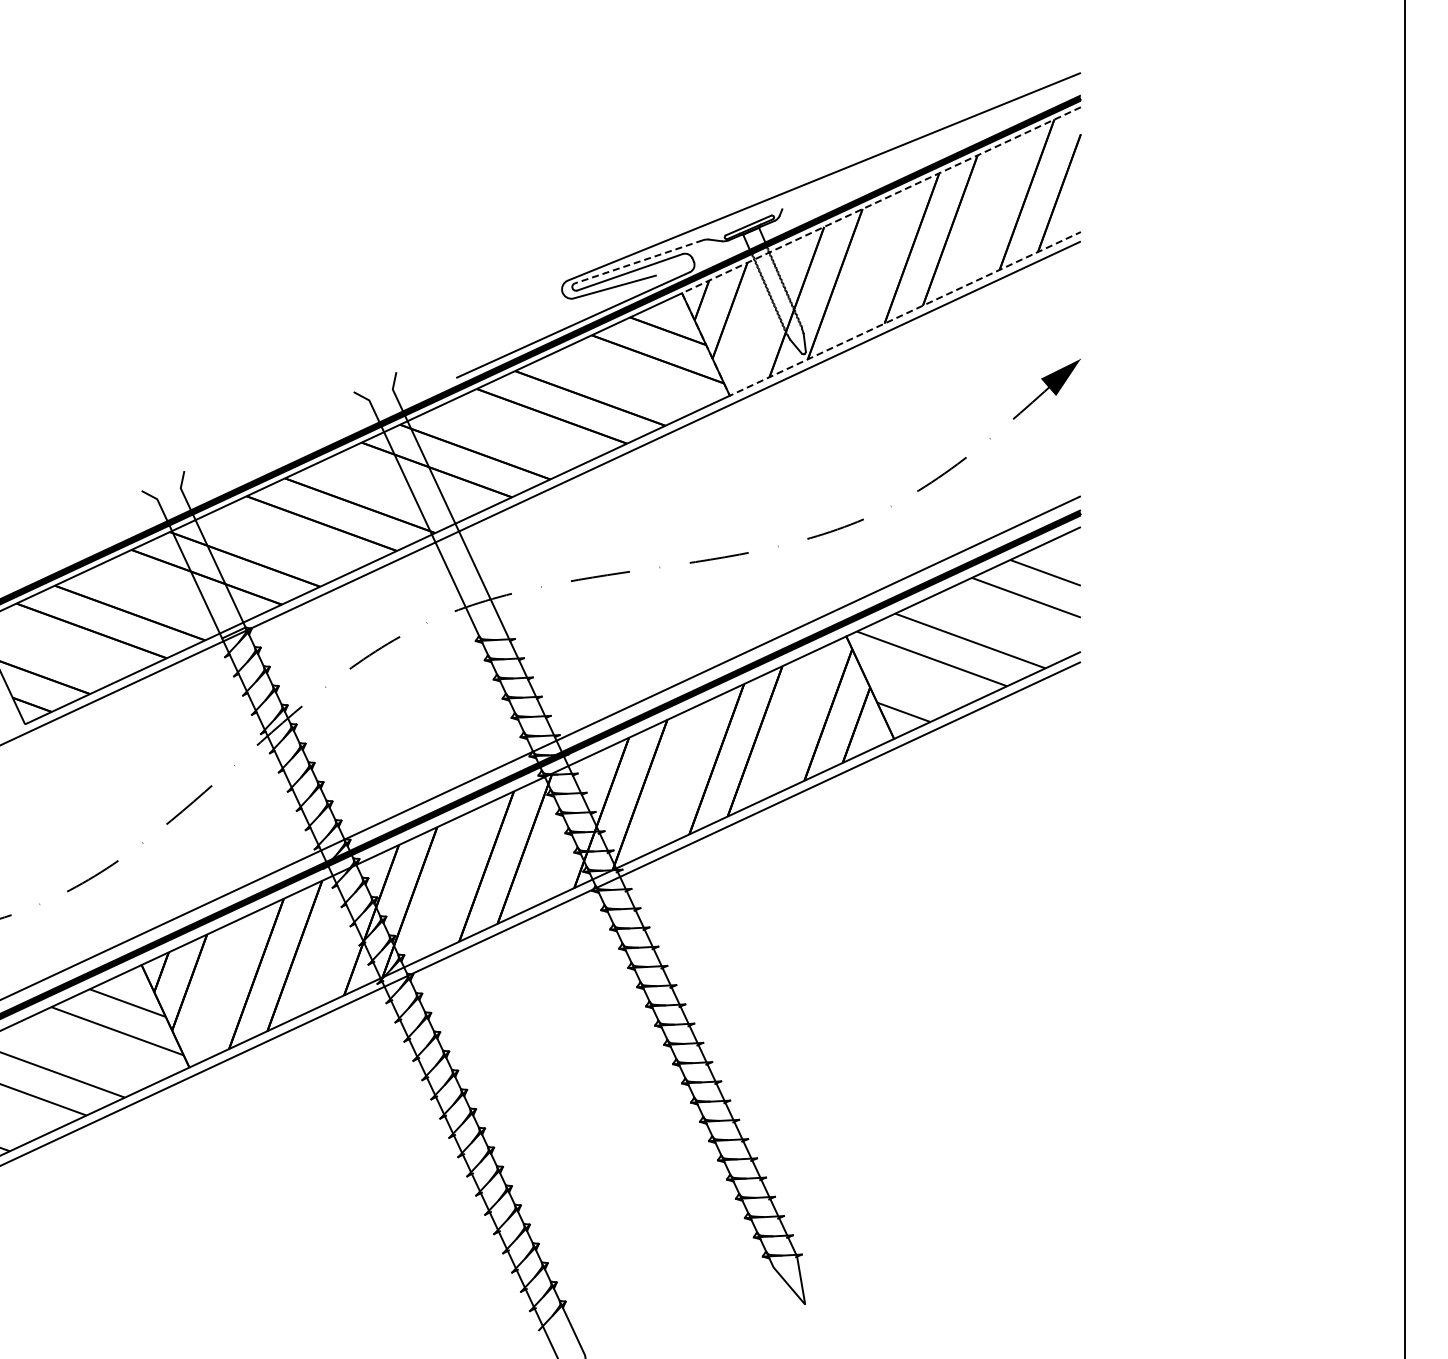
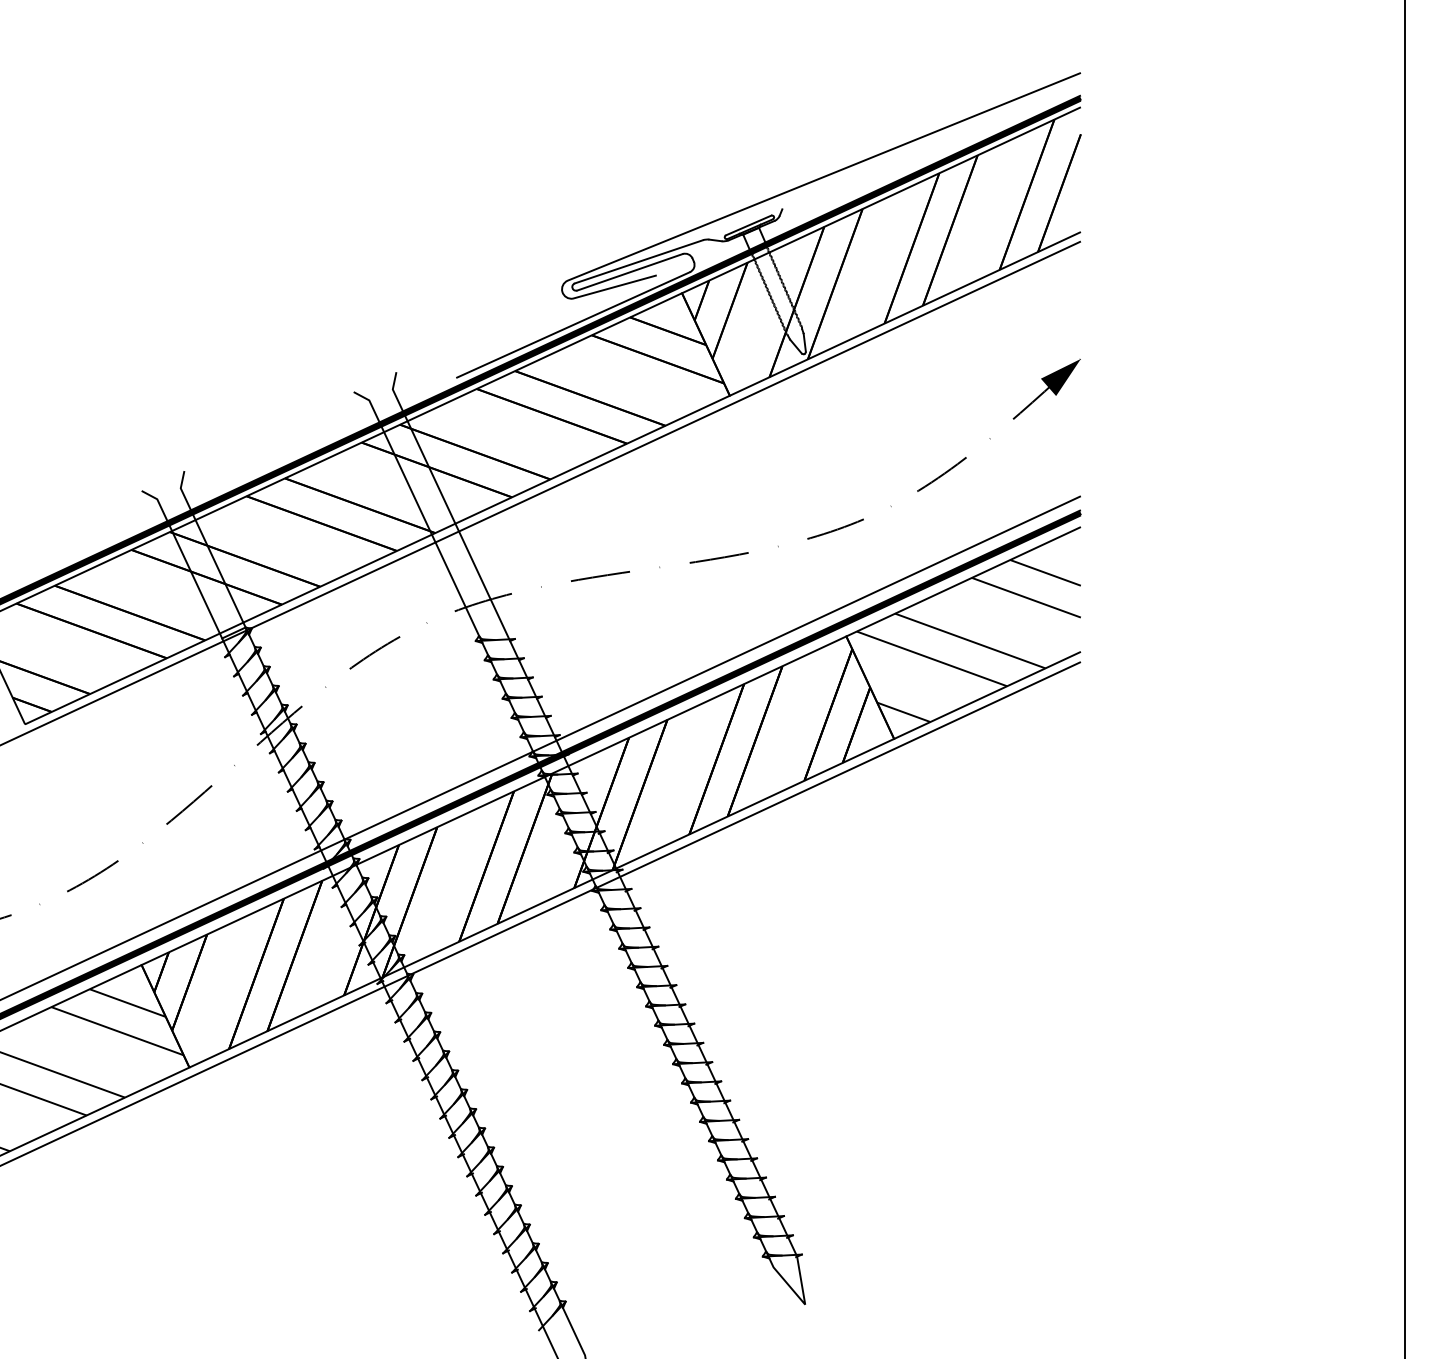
line at (638, 261): dashed -> solid
line at (695, 321): dashed -> solid
